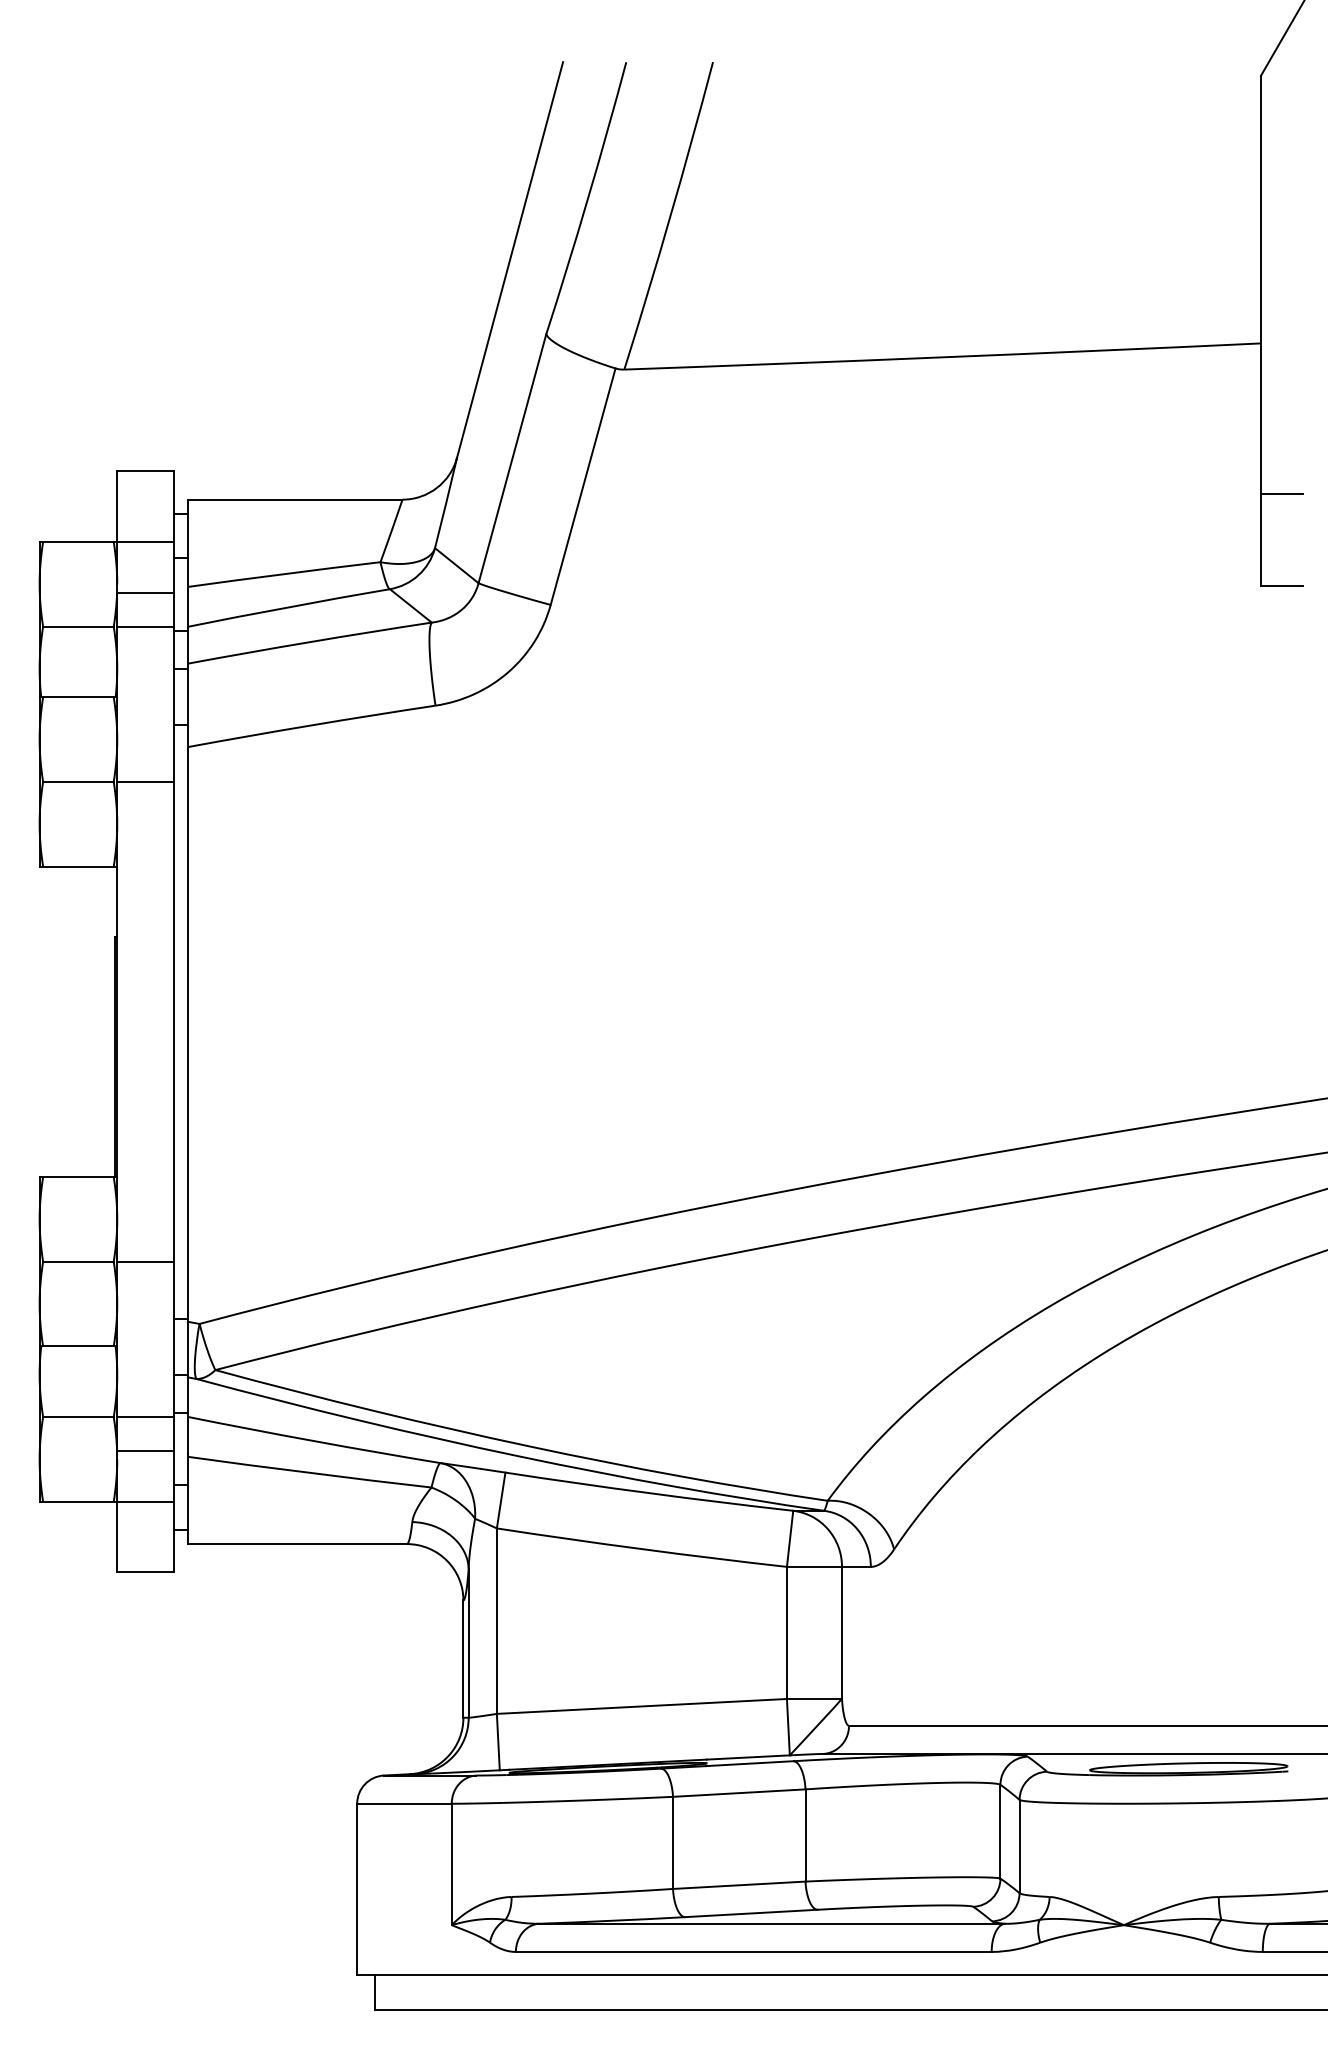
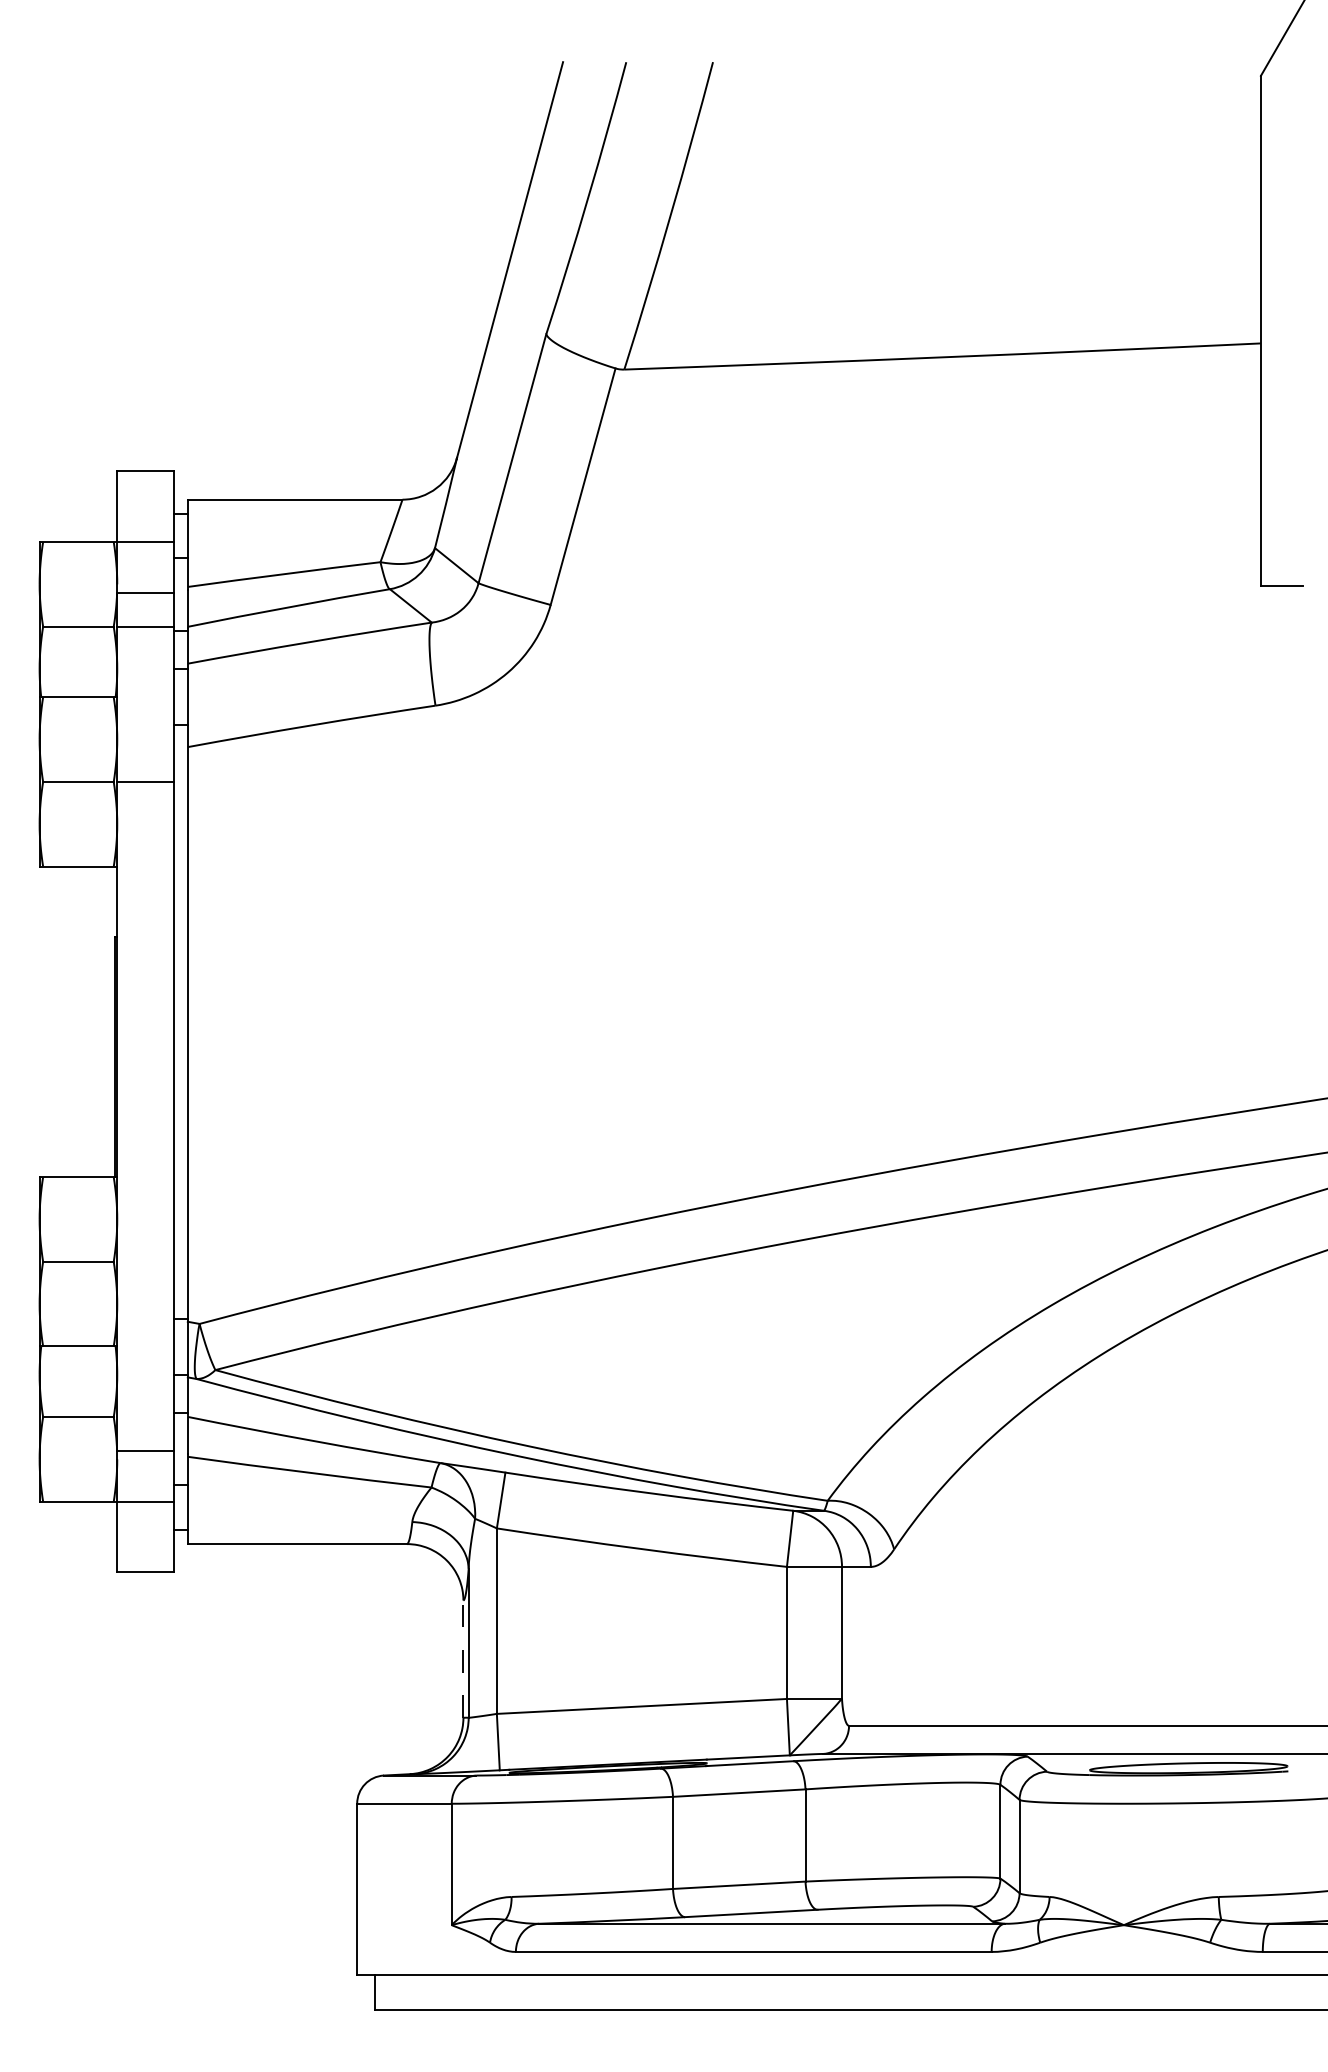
line at (1281, 494): present -> none
line at (145, 1261): present -> none
line at (145, 1416): present -> none
line at (463, 1659): solid -> dashed
